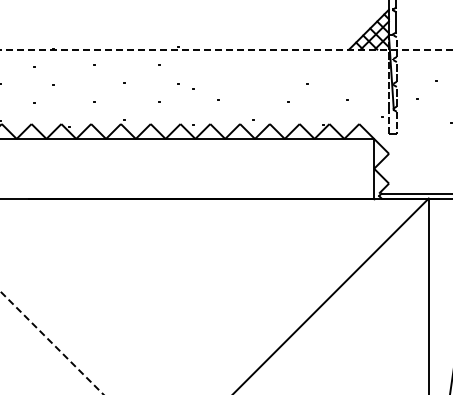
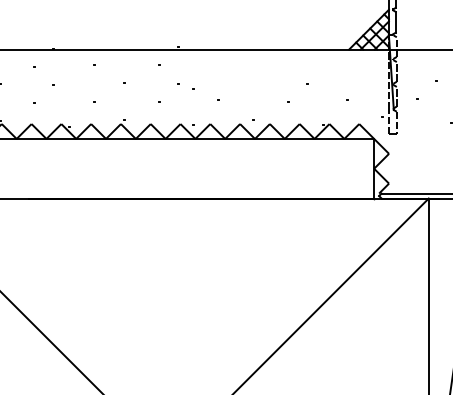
line at (226, 49): dashed -> solid
line at (52, 343): dashed -> solid
